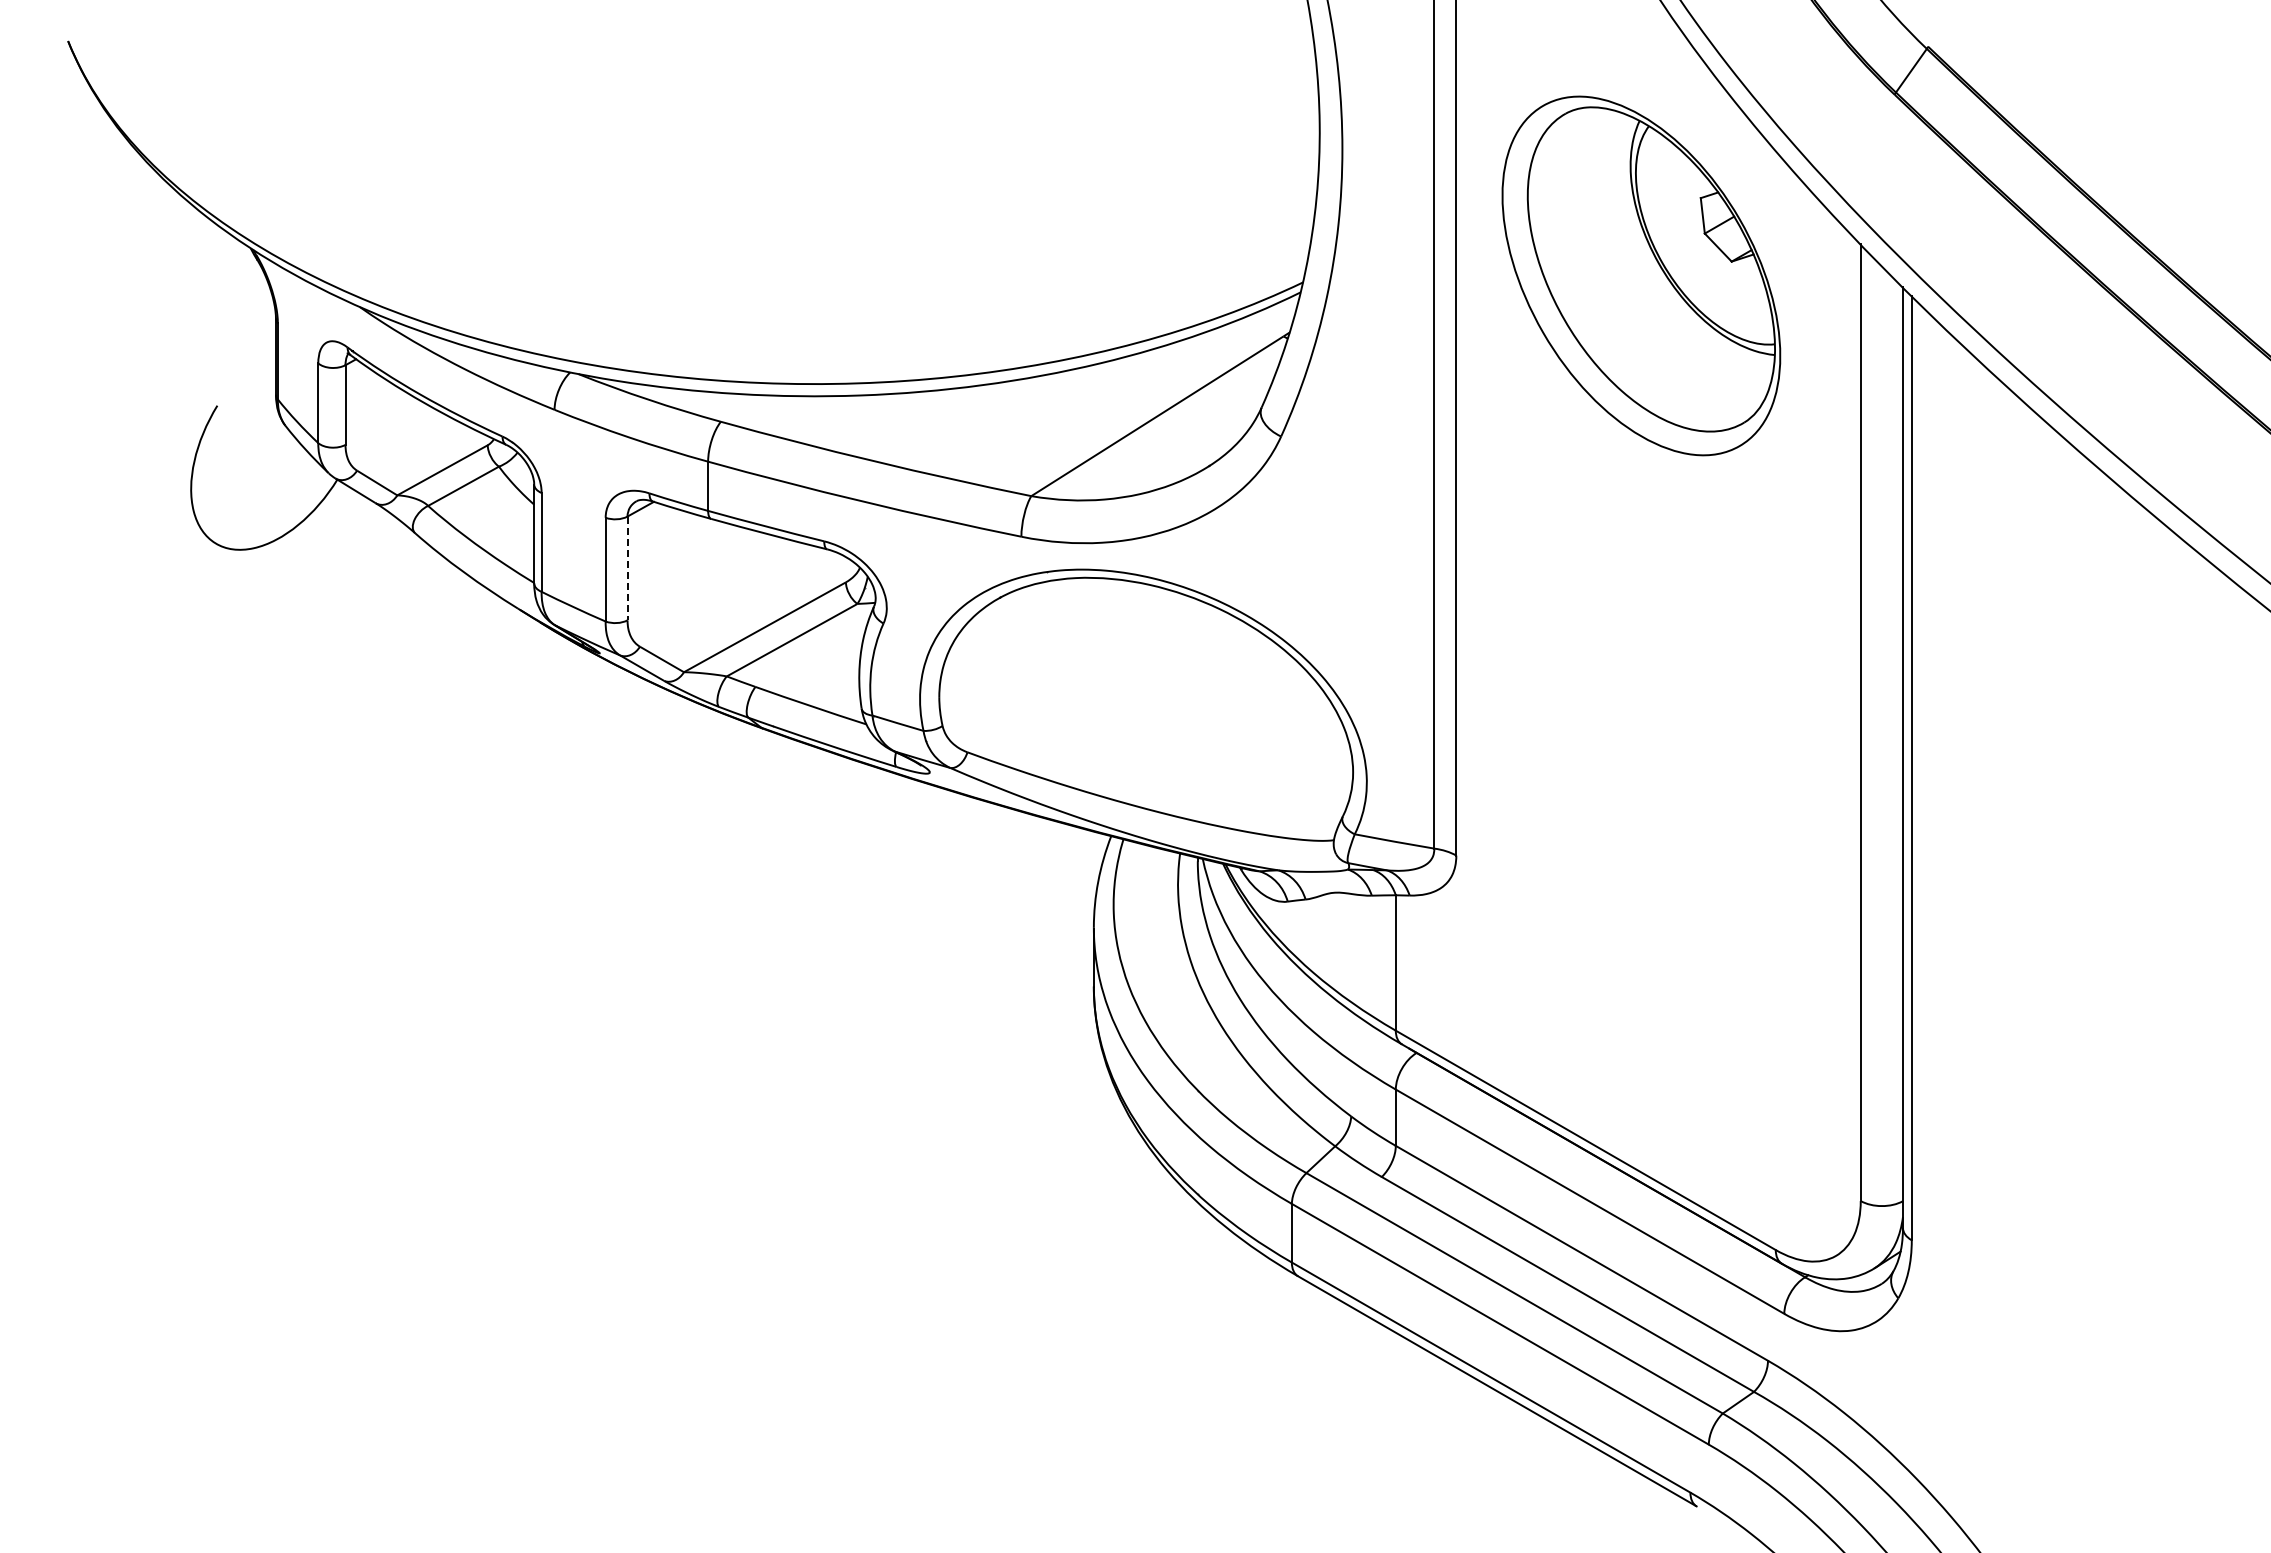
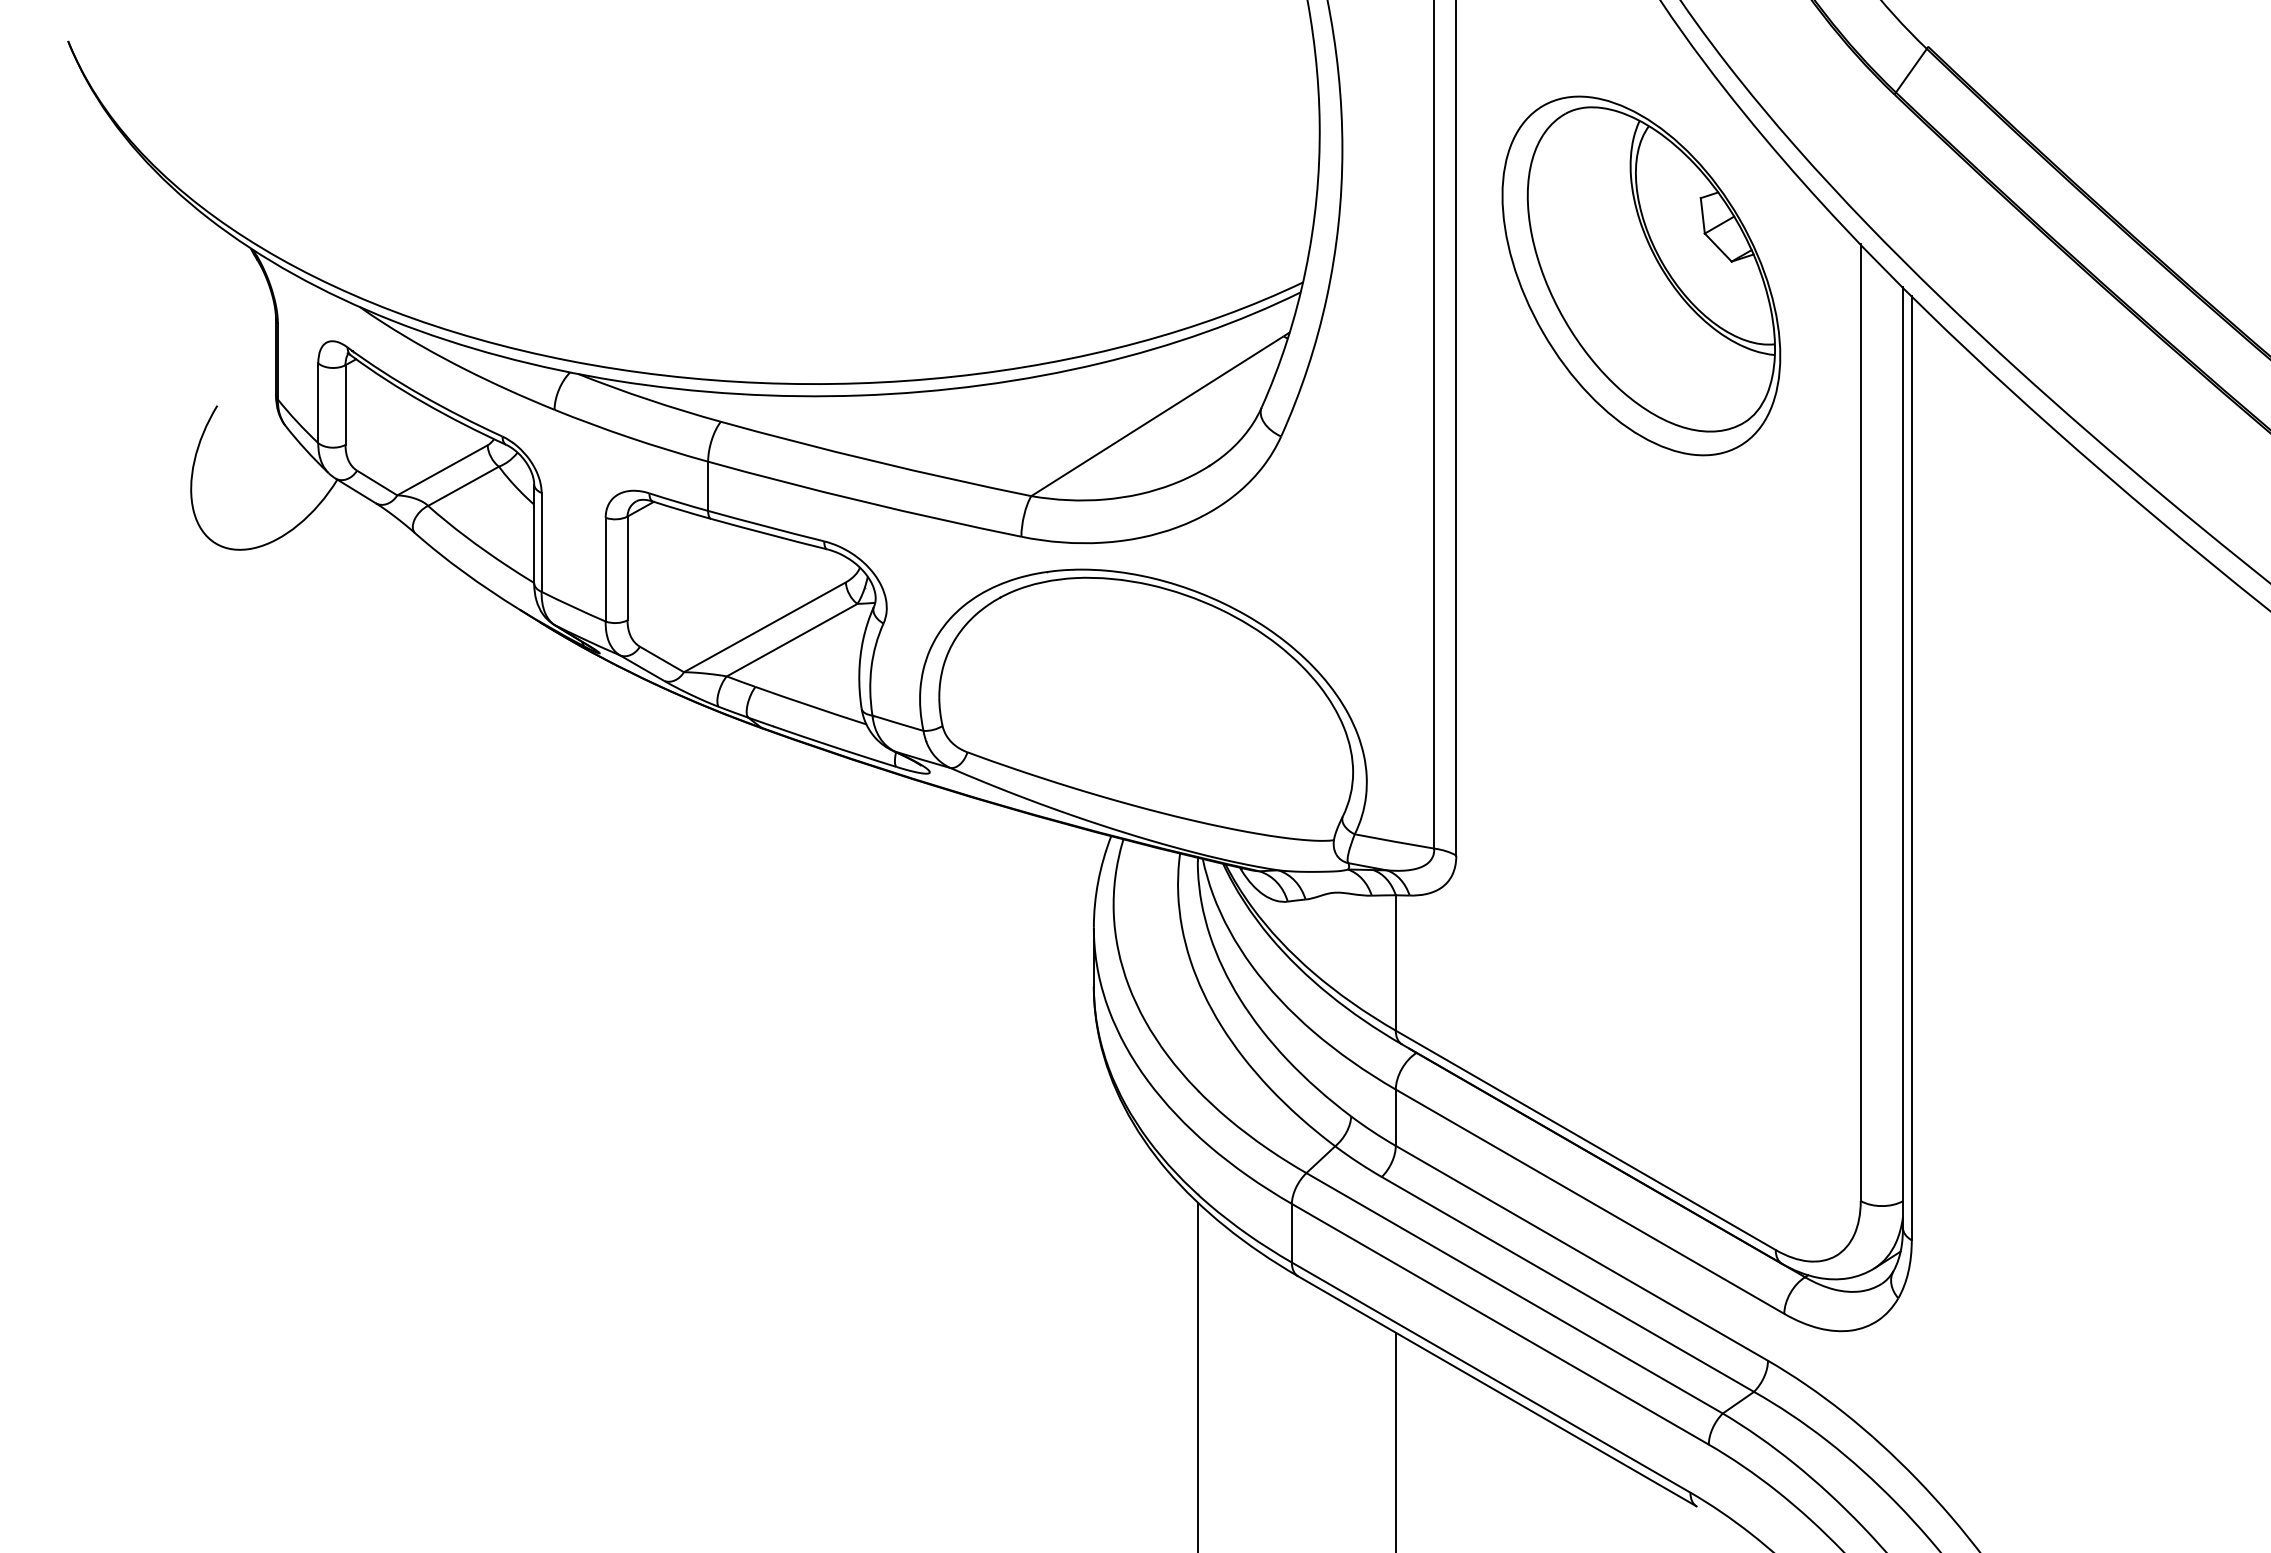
line at (627, 568): dashed -> solid
line at (1197, 1375): none -> present
line at (1395, 1440): none -> present
